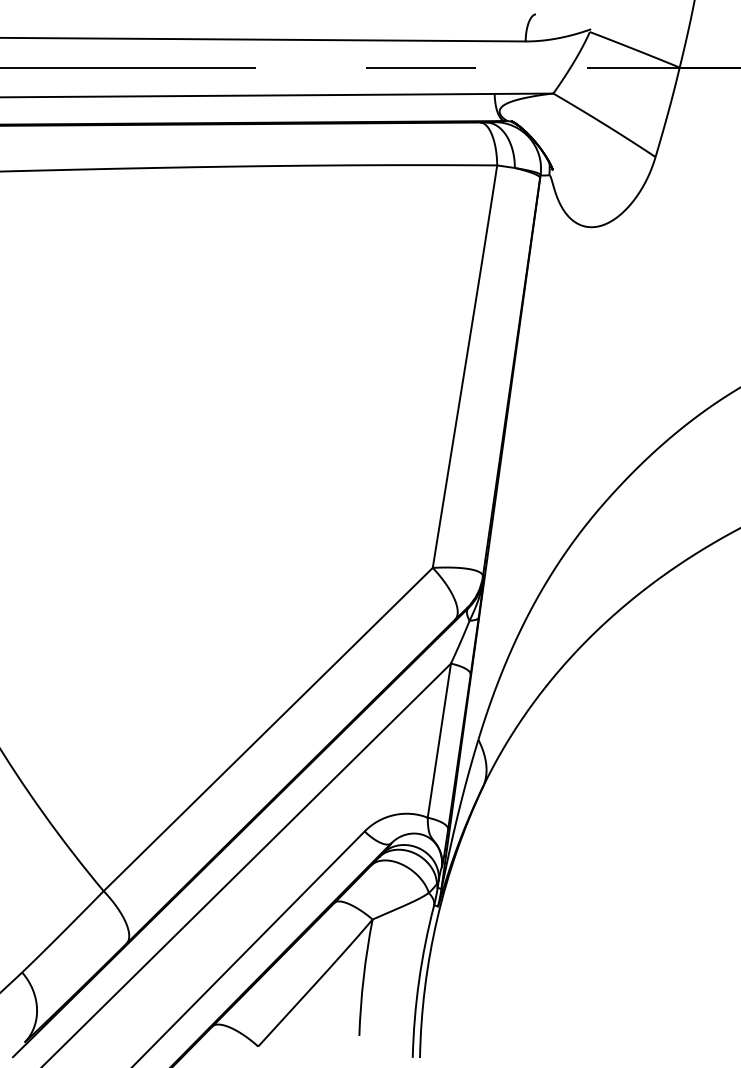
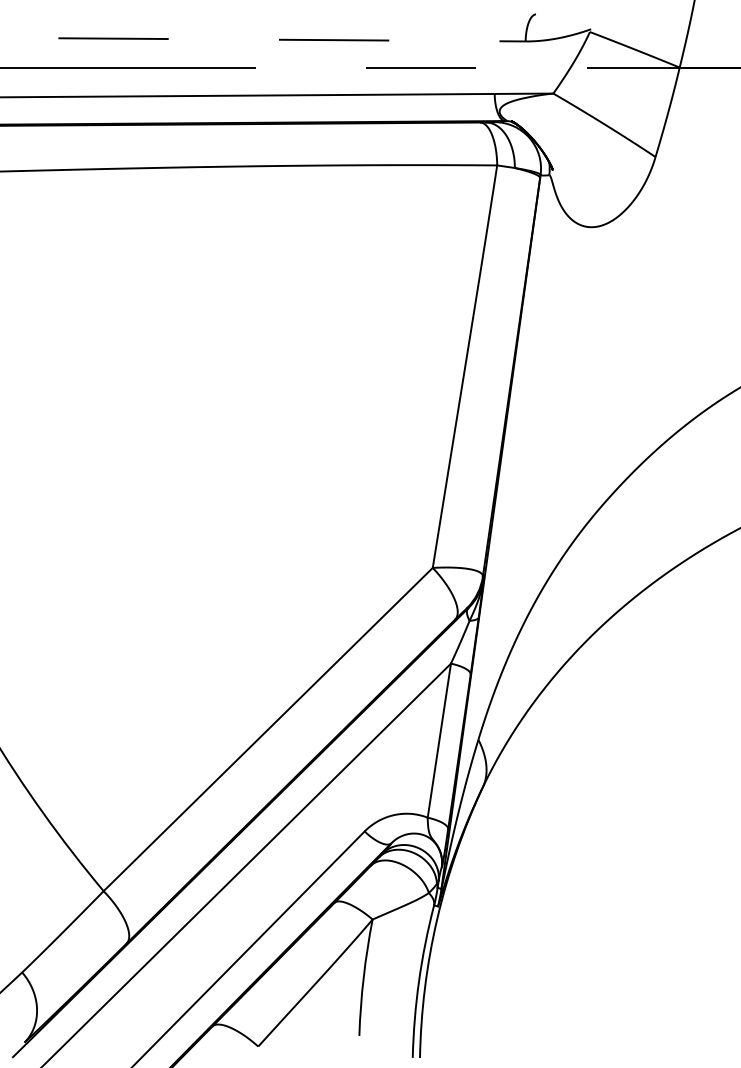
line at (262, 39): solid -> dashed
